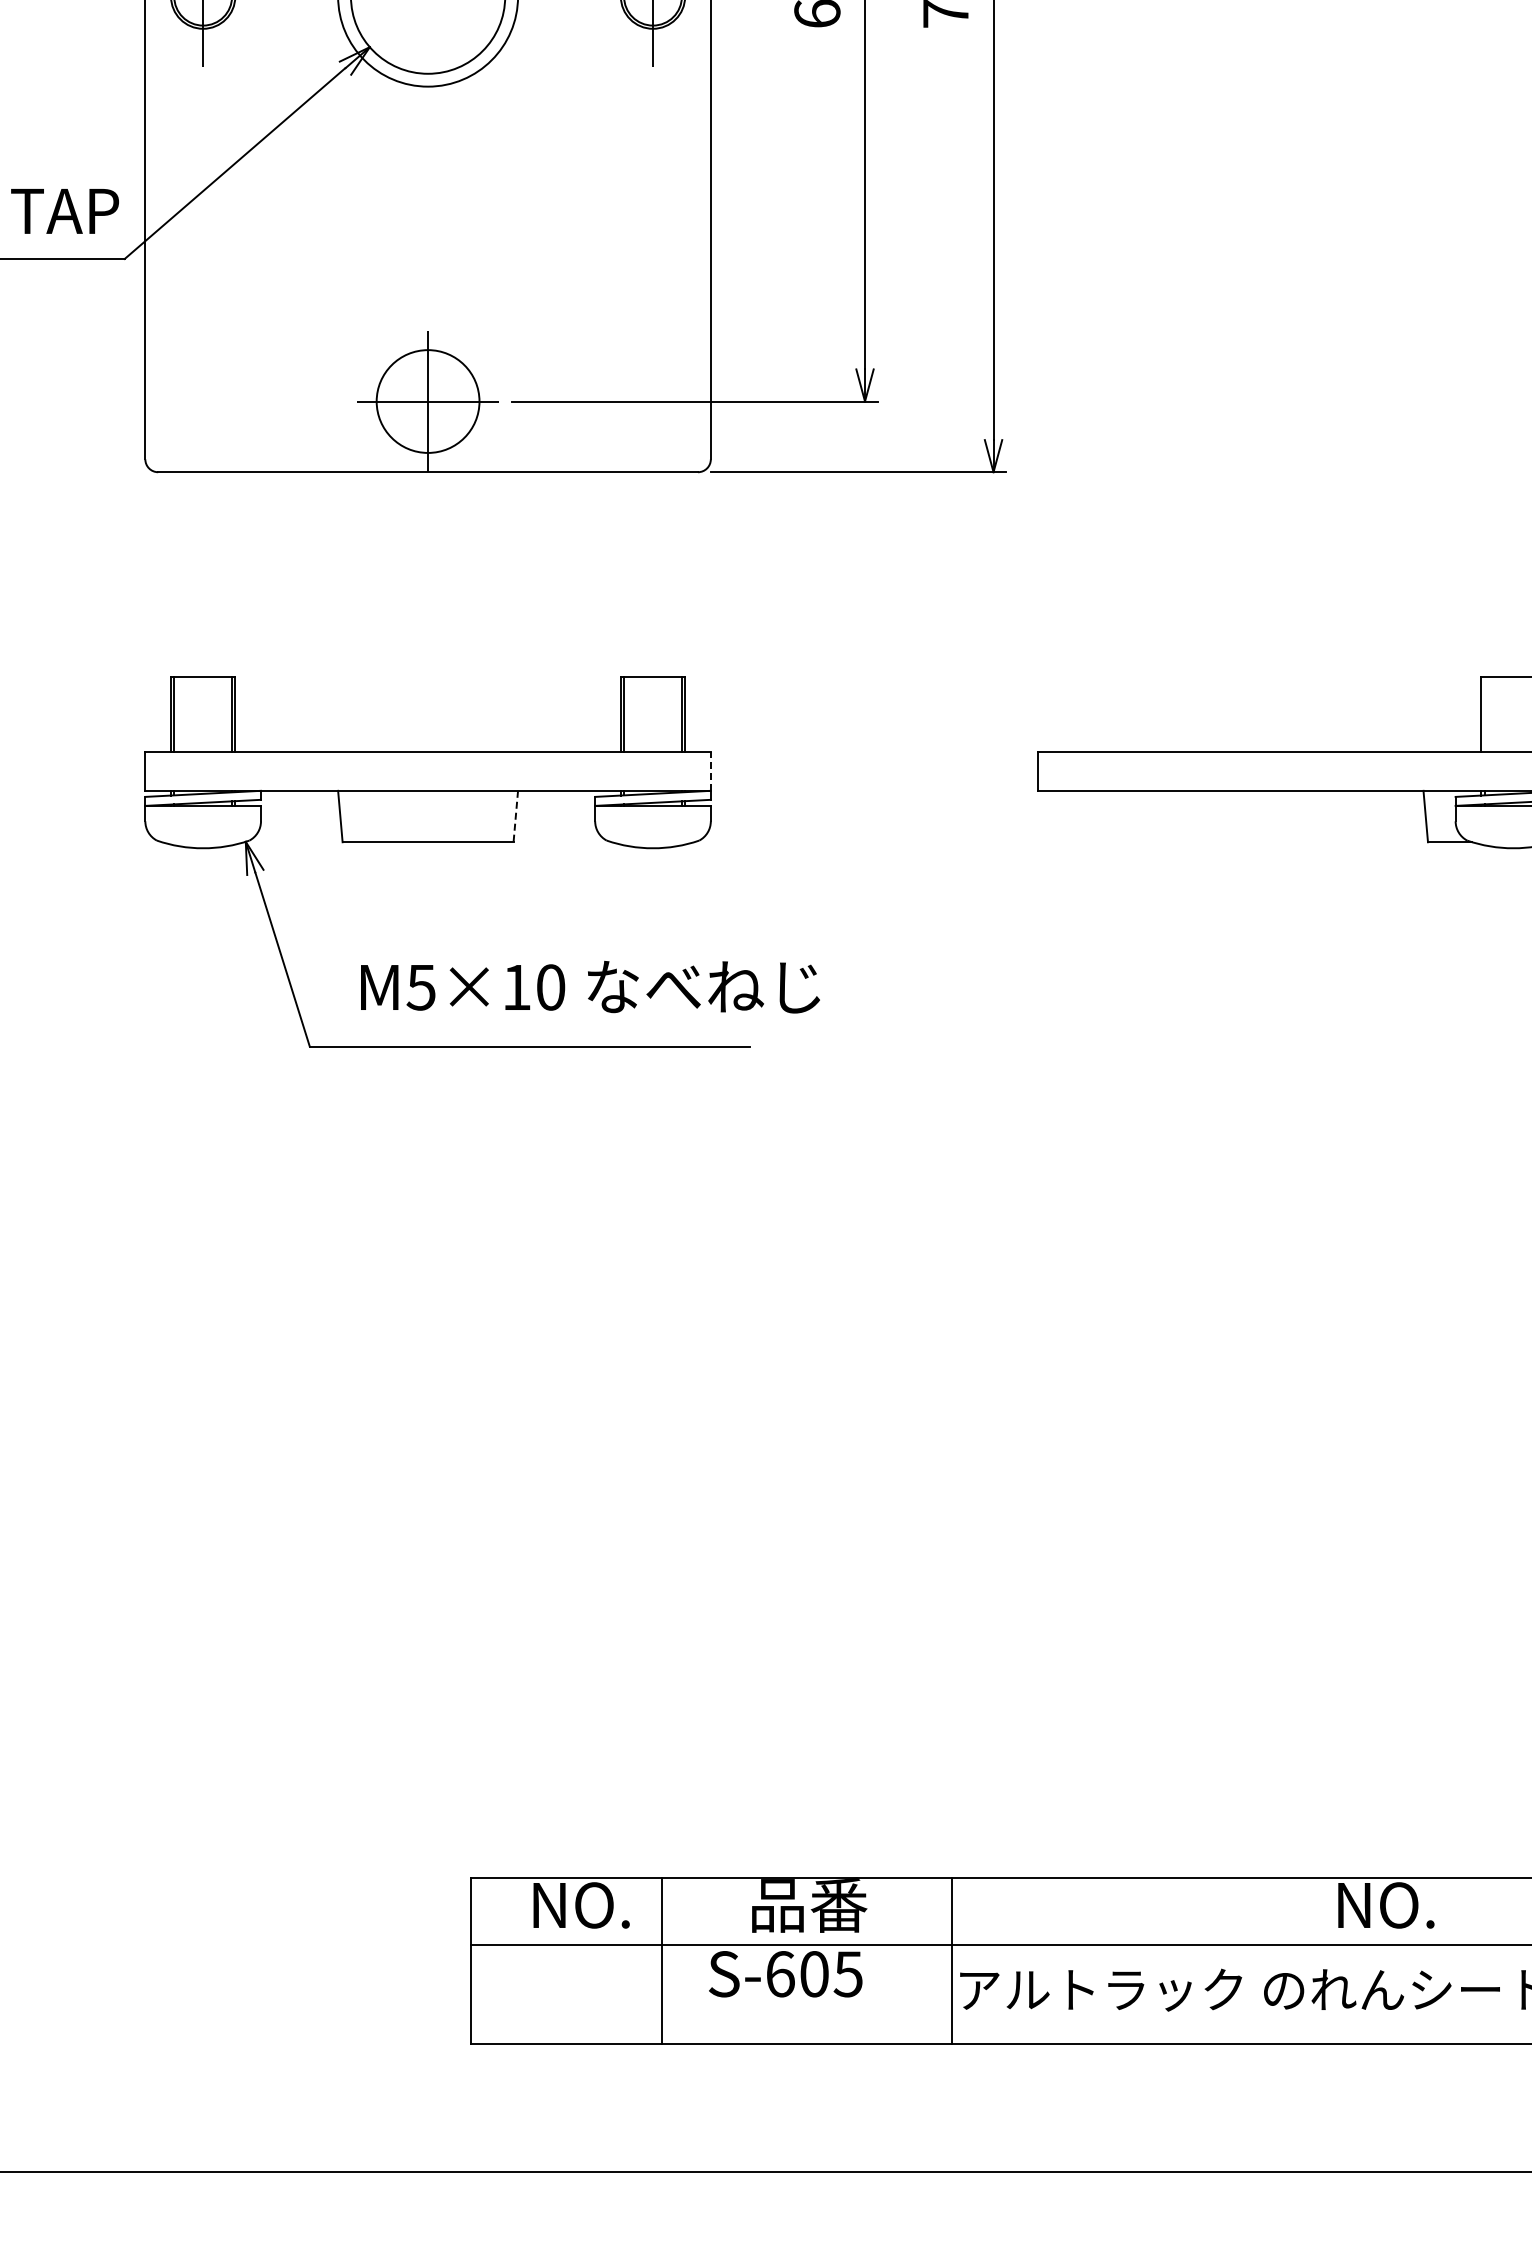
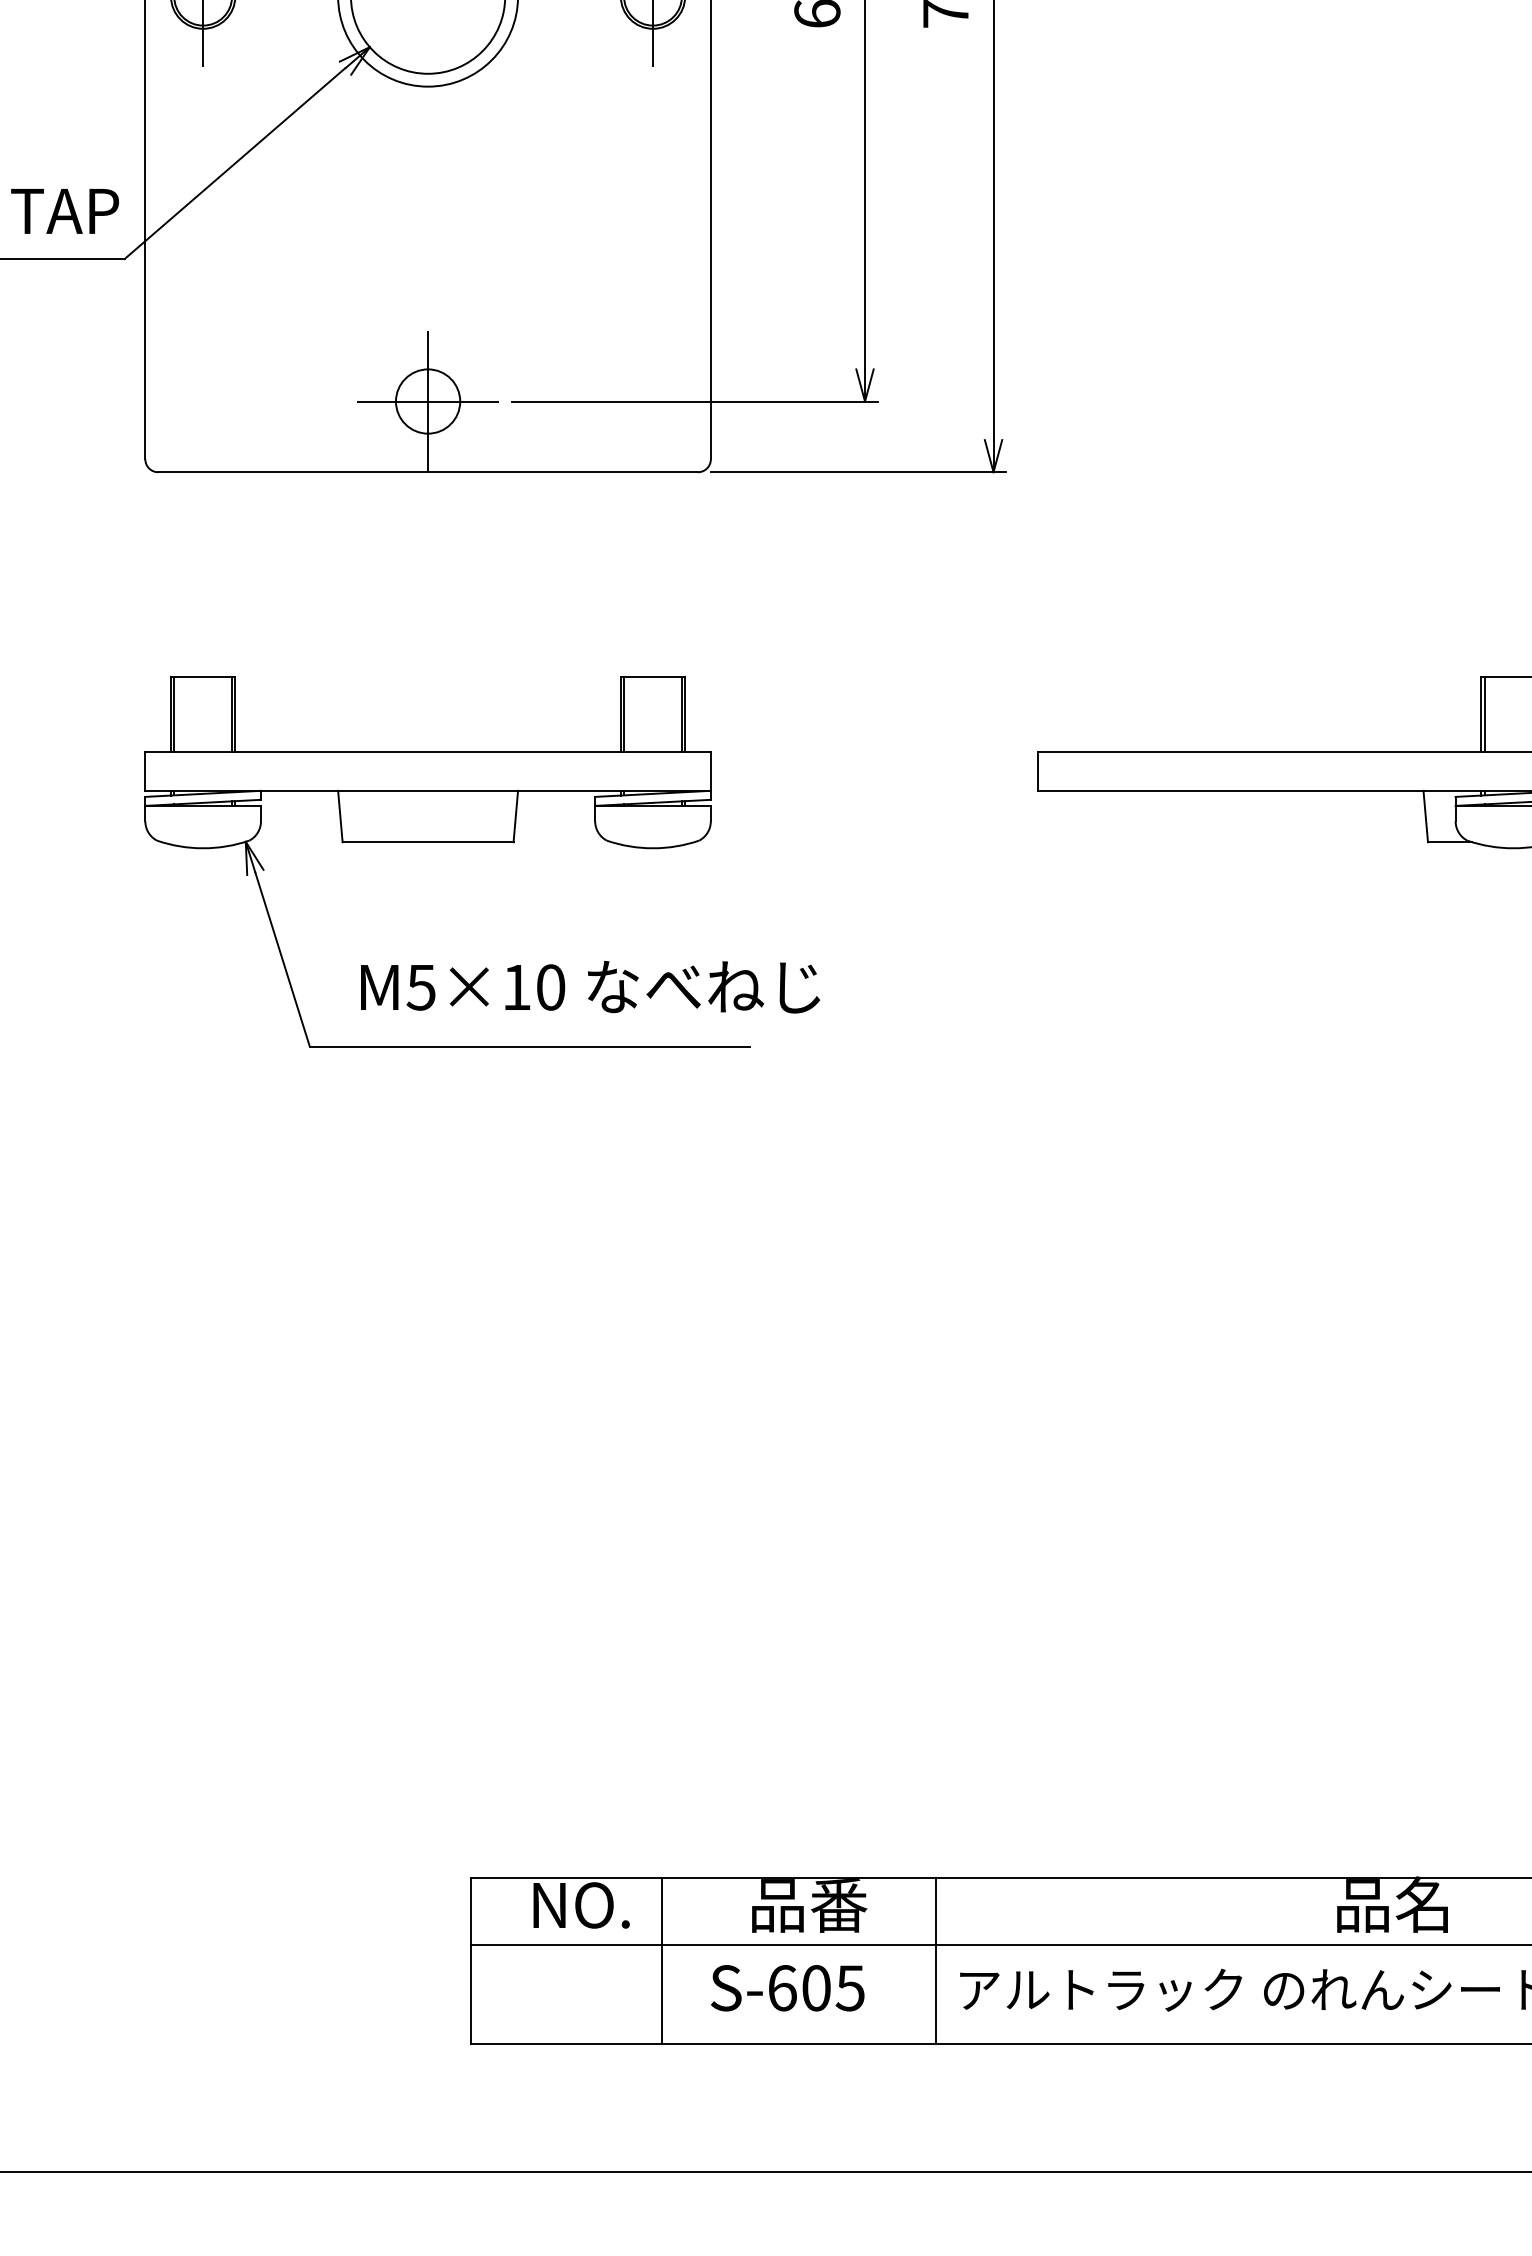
circle at (427, 401) diameter: 103 px -> 64 px
line at (1484, 714): none -> present
line at (710, 771): dashed -> solid
line at (515, 816): dashed -> solid
text at (1392, 1904): NO. -> 品名
line at (952, 1960) position: (952, 1960) -> (936, 1960)
text at (785, 1974) position: (785, 1974) -> (787, 1988)
